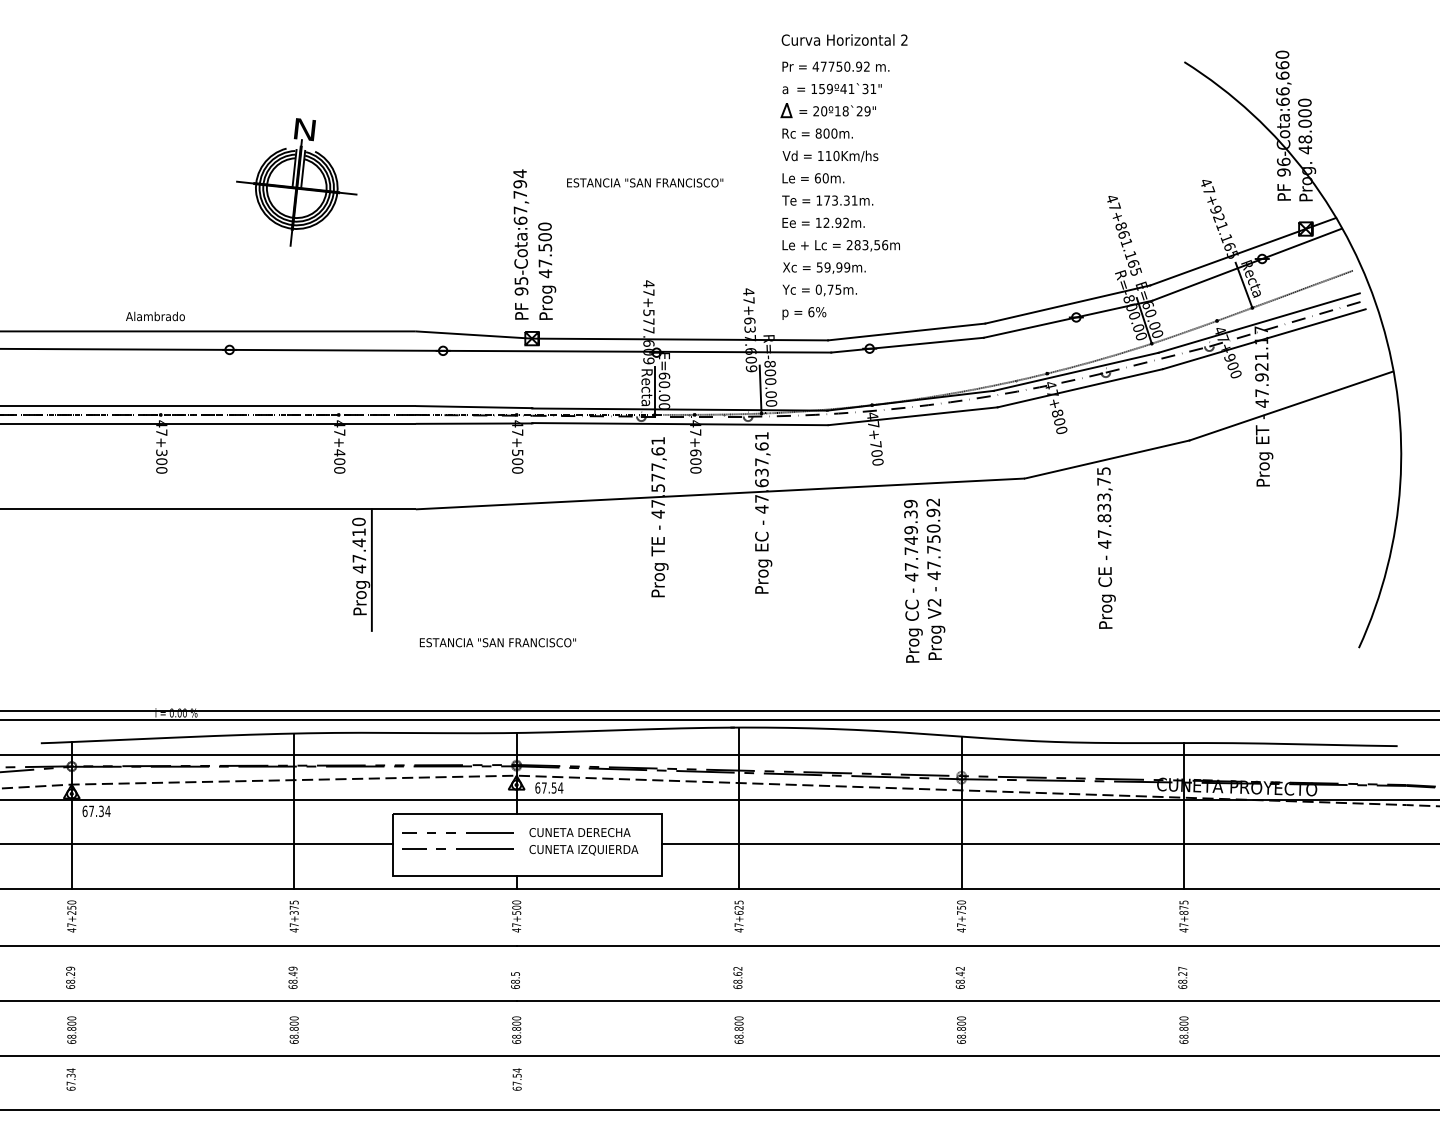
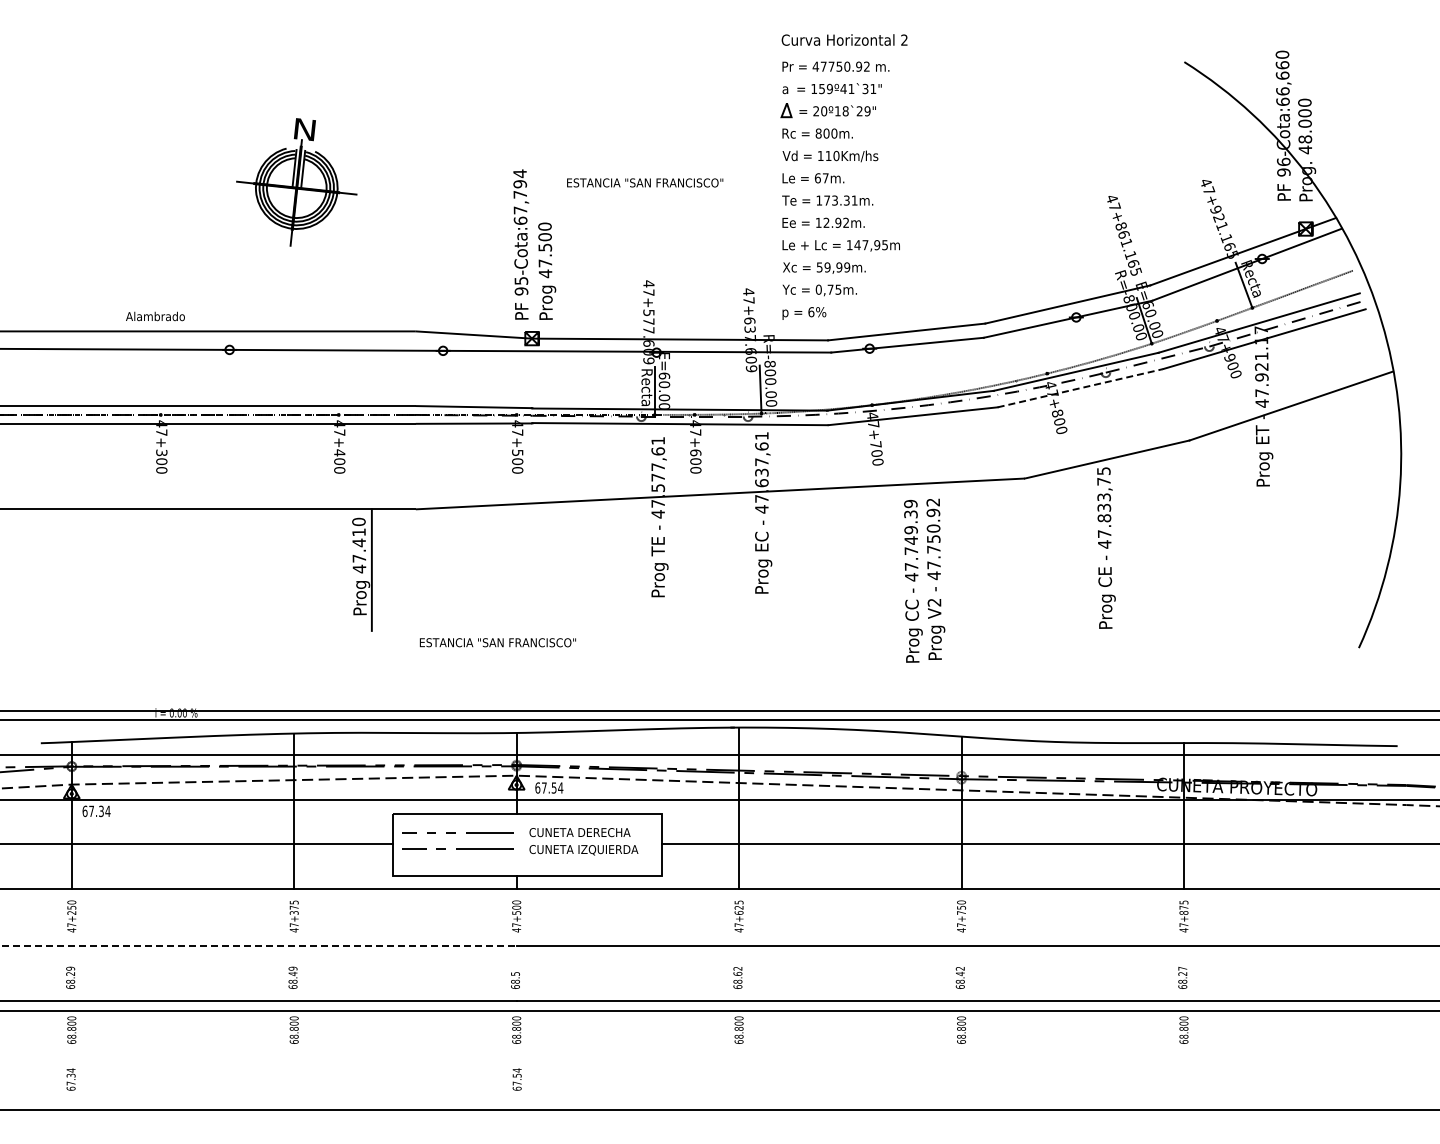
text at (825, 178): 60m. -> 67m.
text at (867, 245): 283,56m -> 147,95m
line at (1080, 388): solid -> dashed
line at (258, 945): solid -> dashed
line at (719, 1055) position: (719, 1055) -> (719, 1010)
